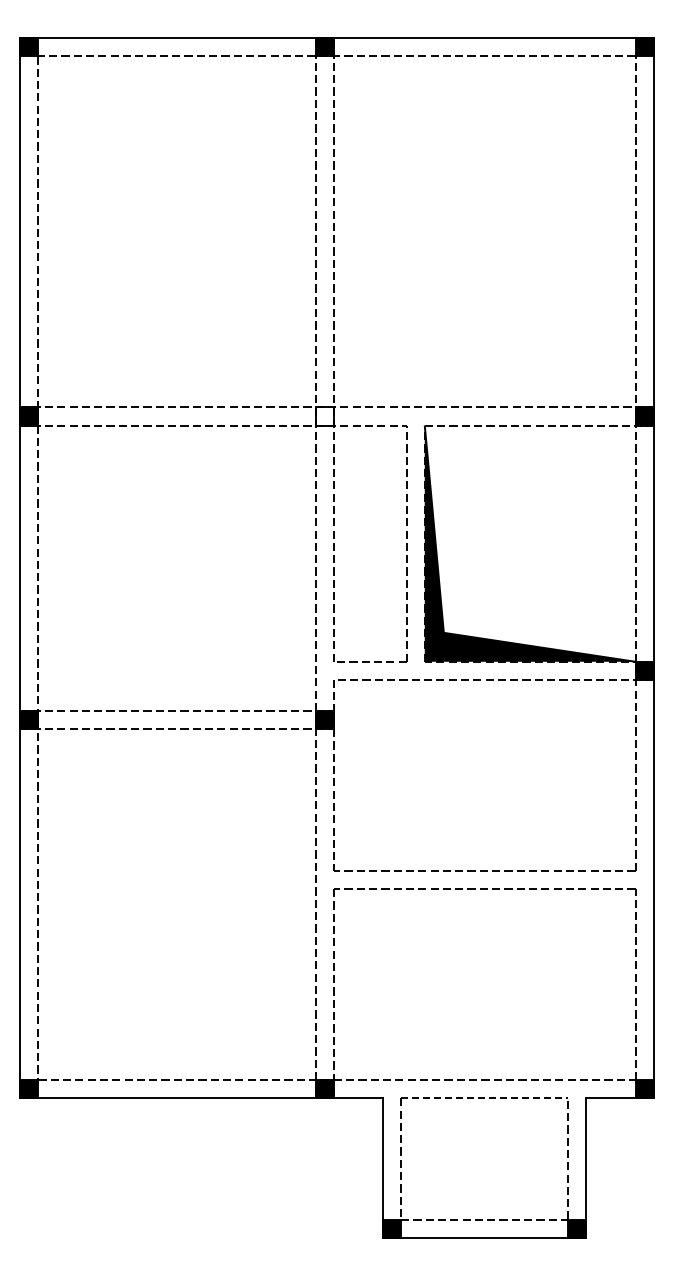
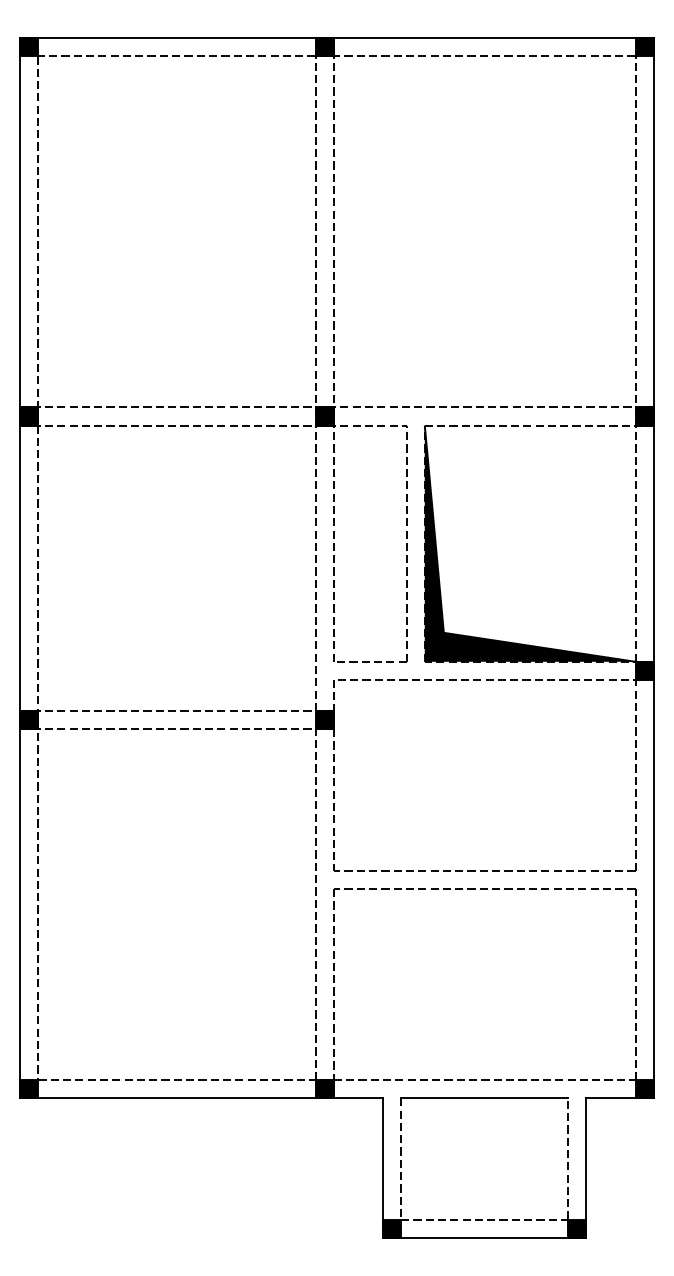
fill at (324, 416): none -> present
line at (484, 1098): dashed -> solid
